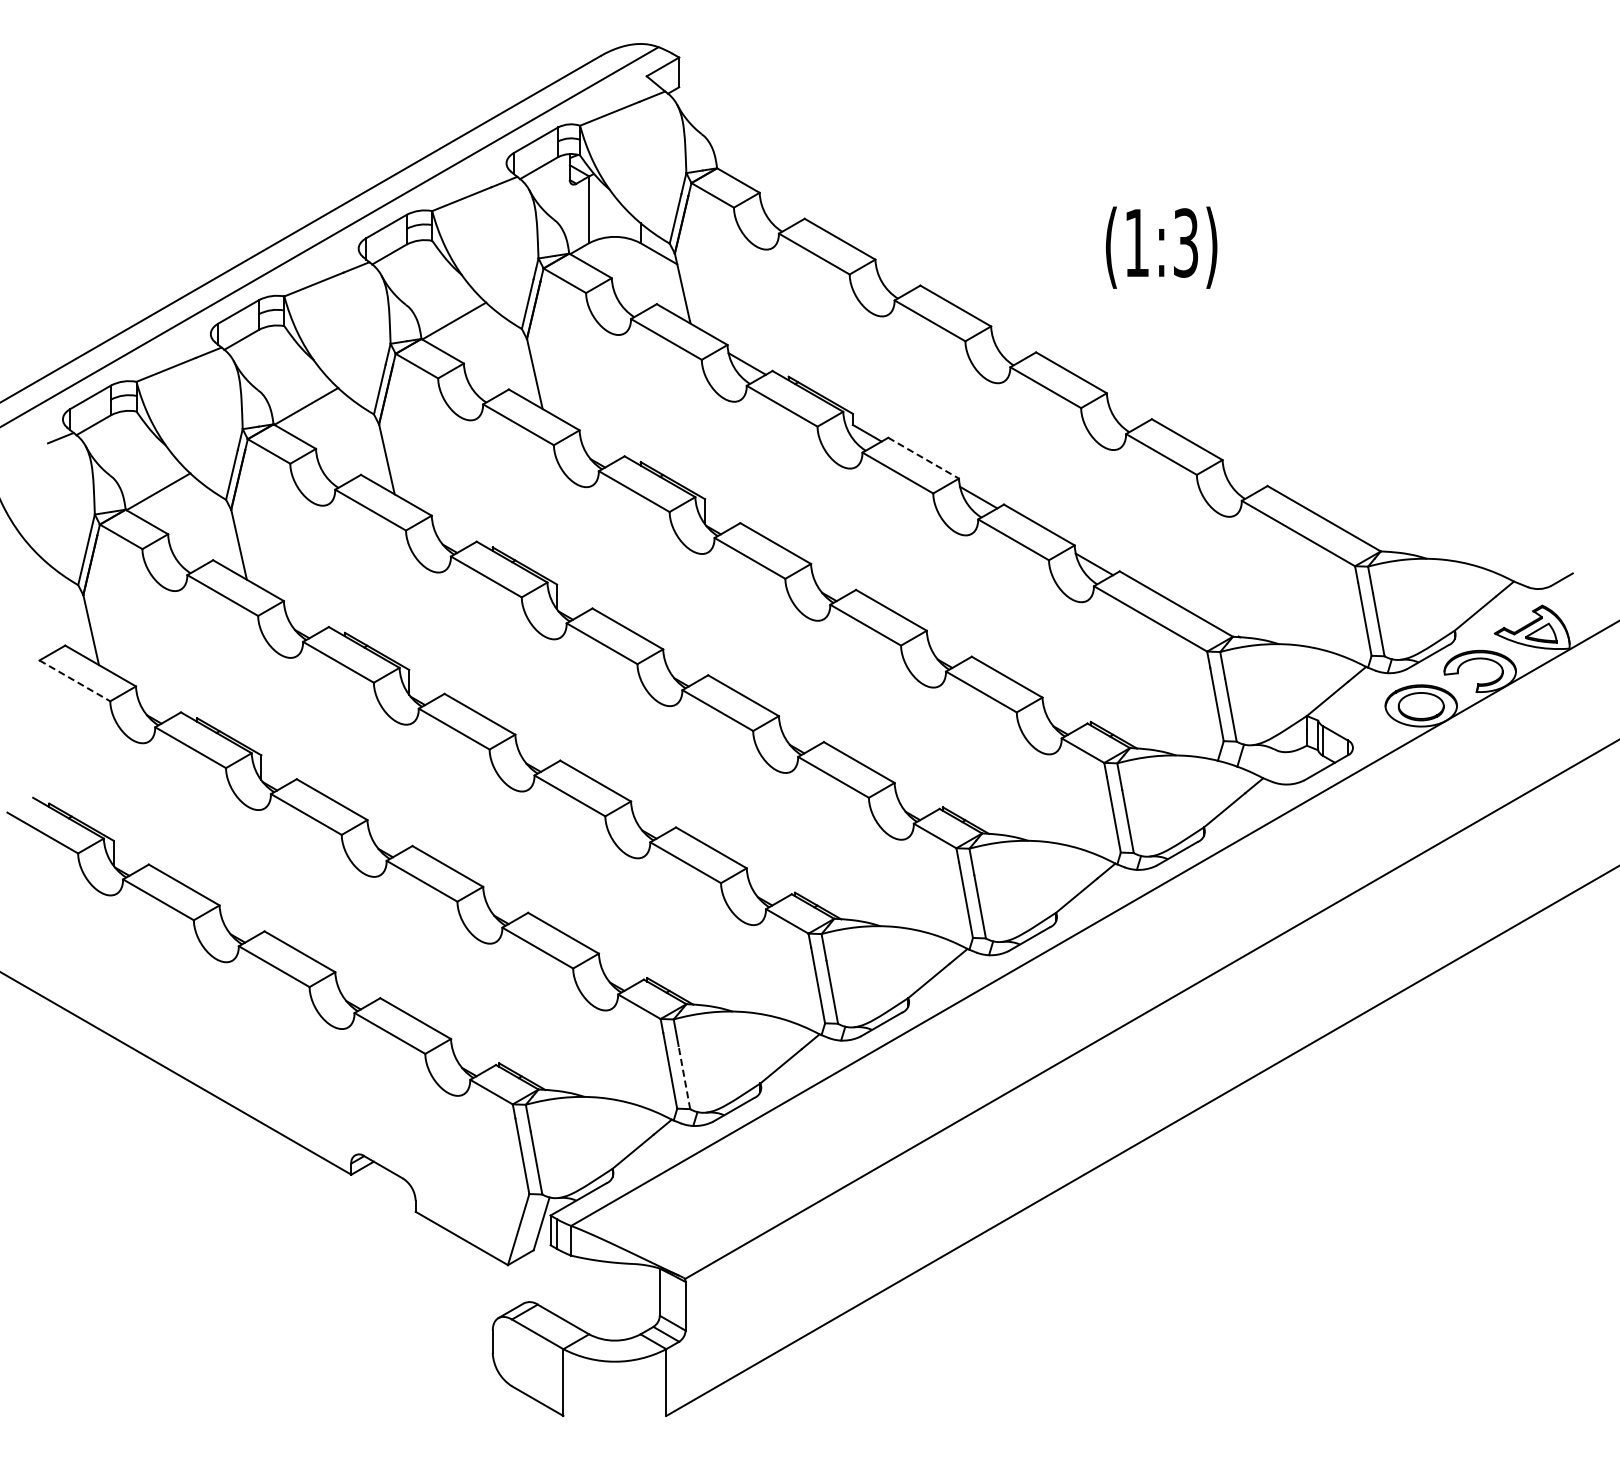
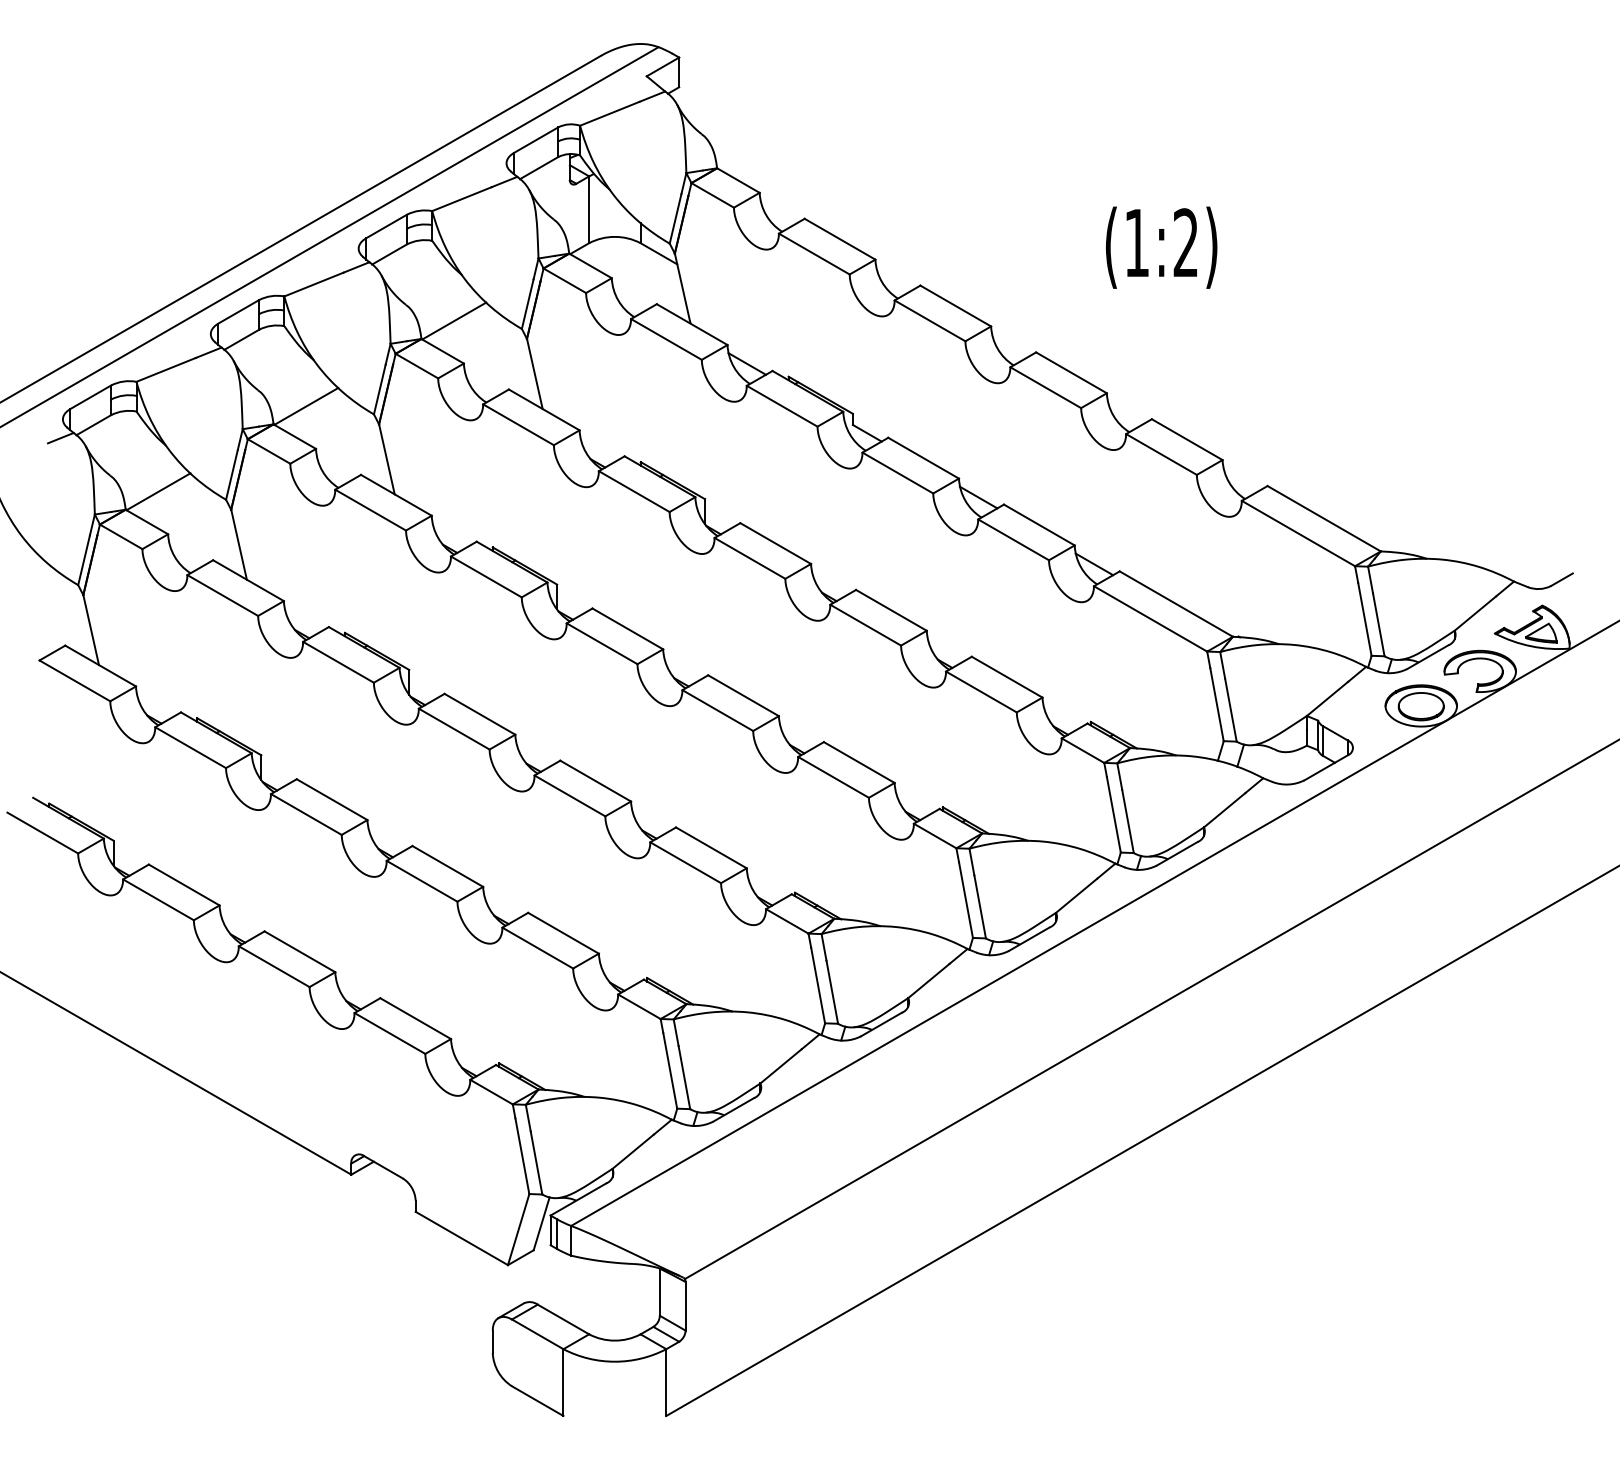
text at (1185, 242): (1:3) -> (1:2)
line at (923, 458): dashed -> solid
line at (74, 680): dashed -> solid
line at (684, 1077): dashed -> solid
